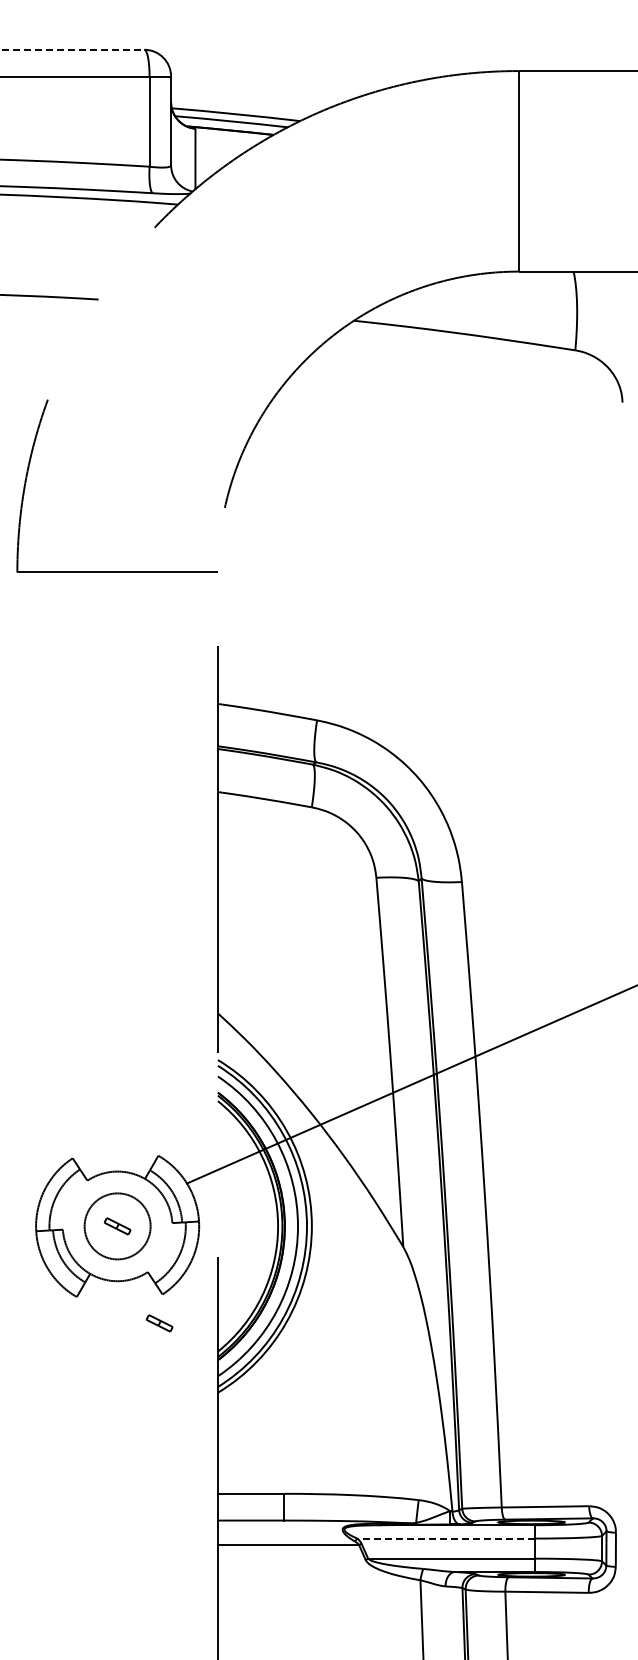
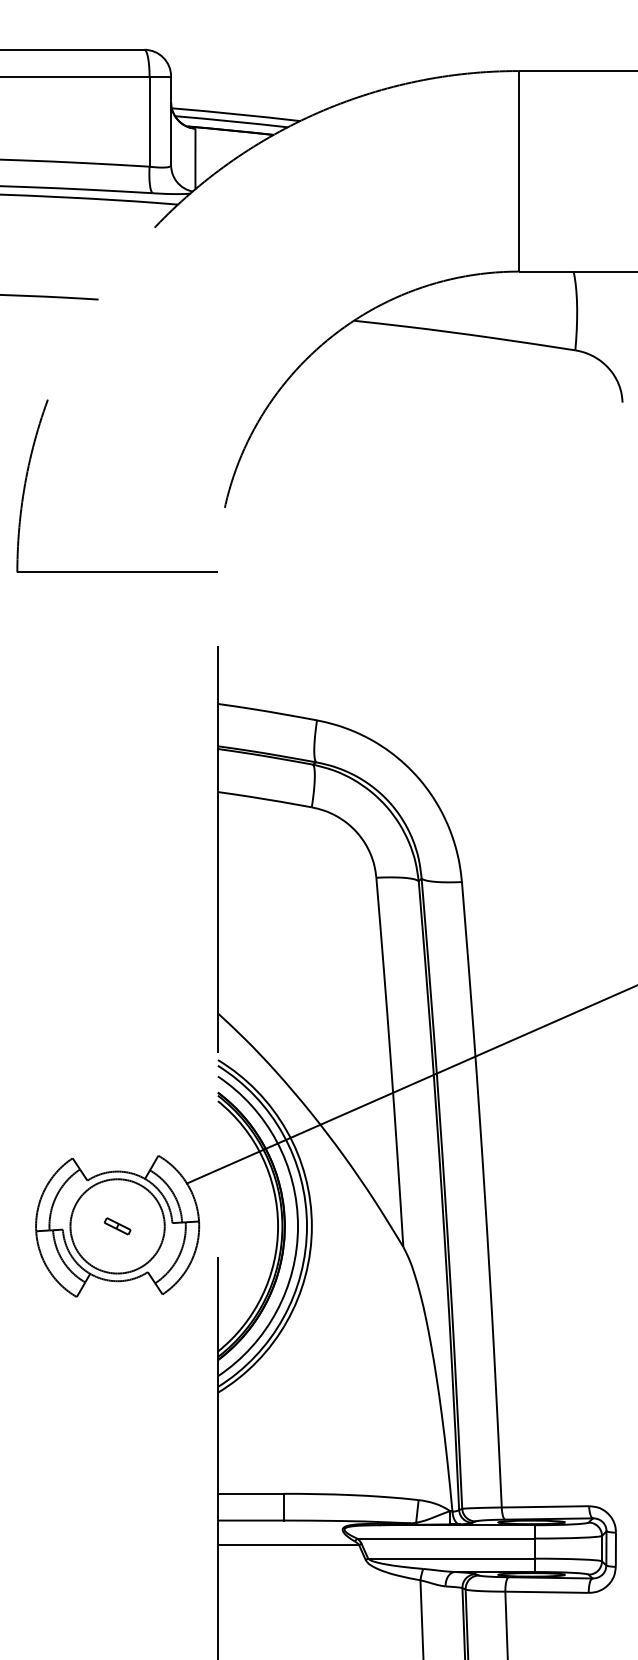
line at (72, 49): dashed -> solid
circle at (117, 1226) diameter: 66 px -> 94 px
part at (159, 1323): present -> none
line at (446, 1538): dashed -> solid
